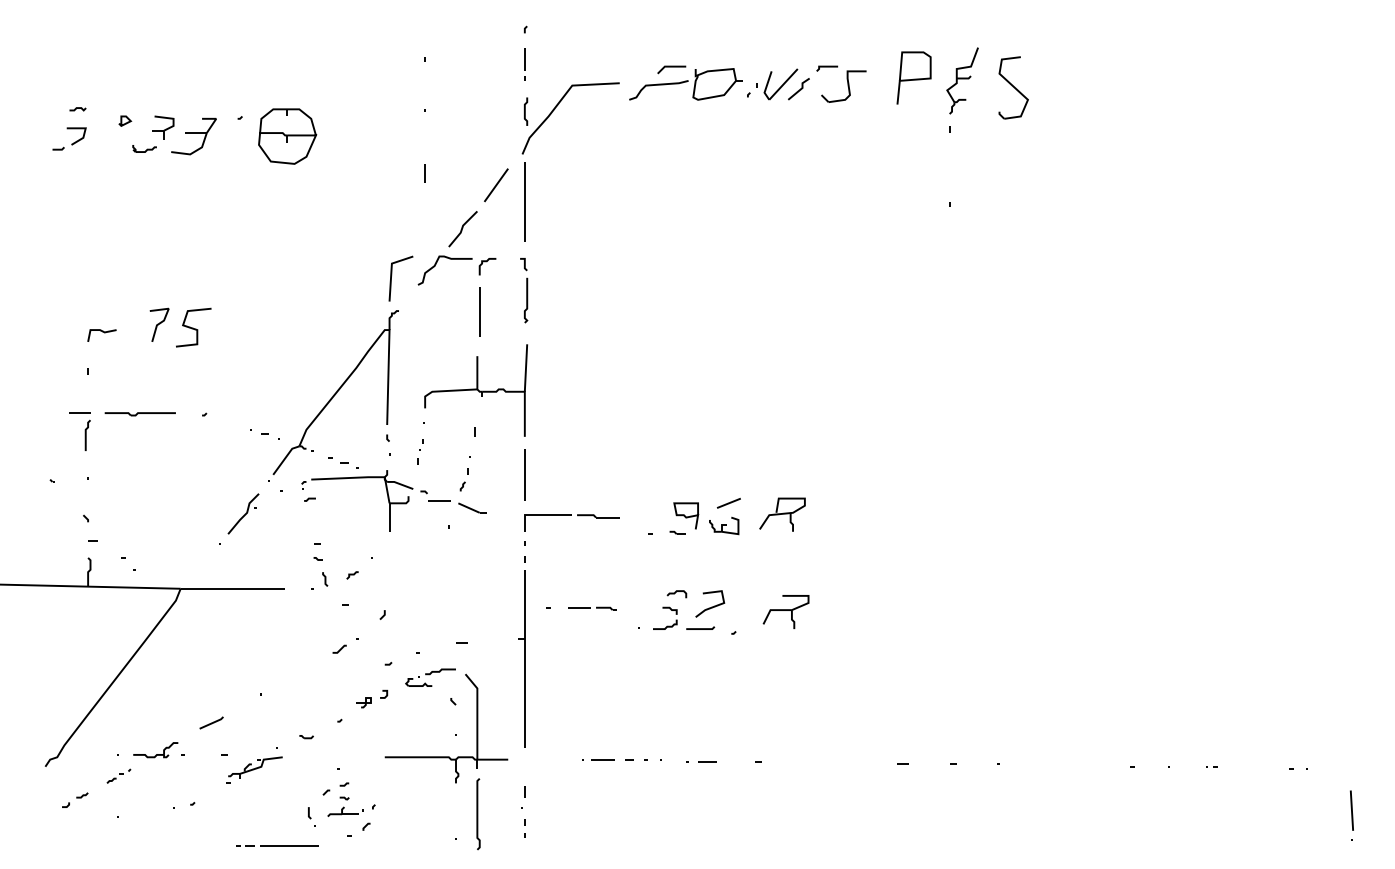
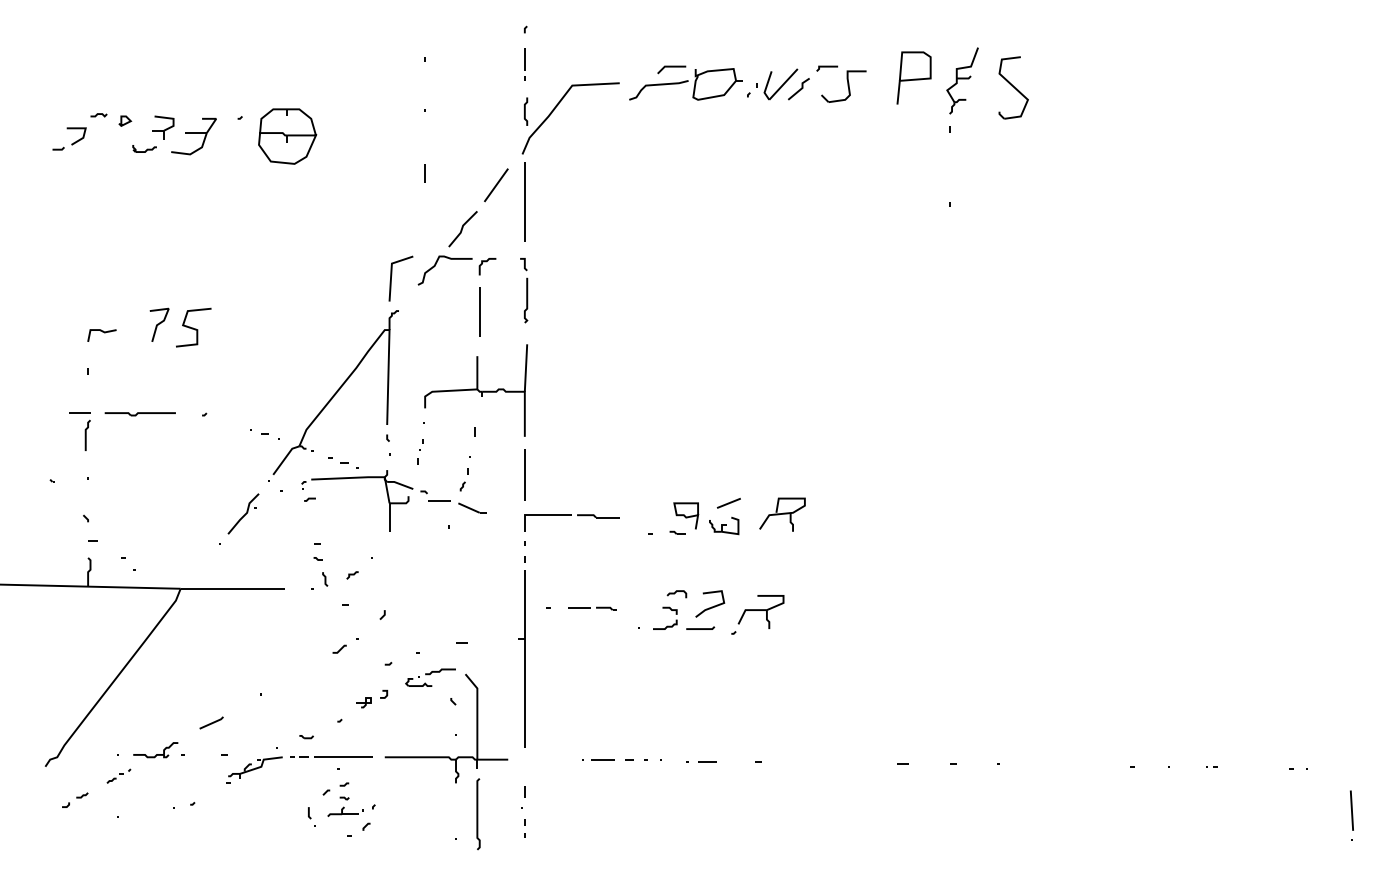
curve at (77, 108) position: (77, 108) -> (98, 114)
part at (785, 611) position: (785, 611) -> (760, 611)
line at (277, 845) position: (277, 845) -> (331, 756)
